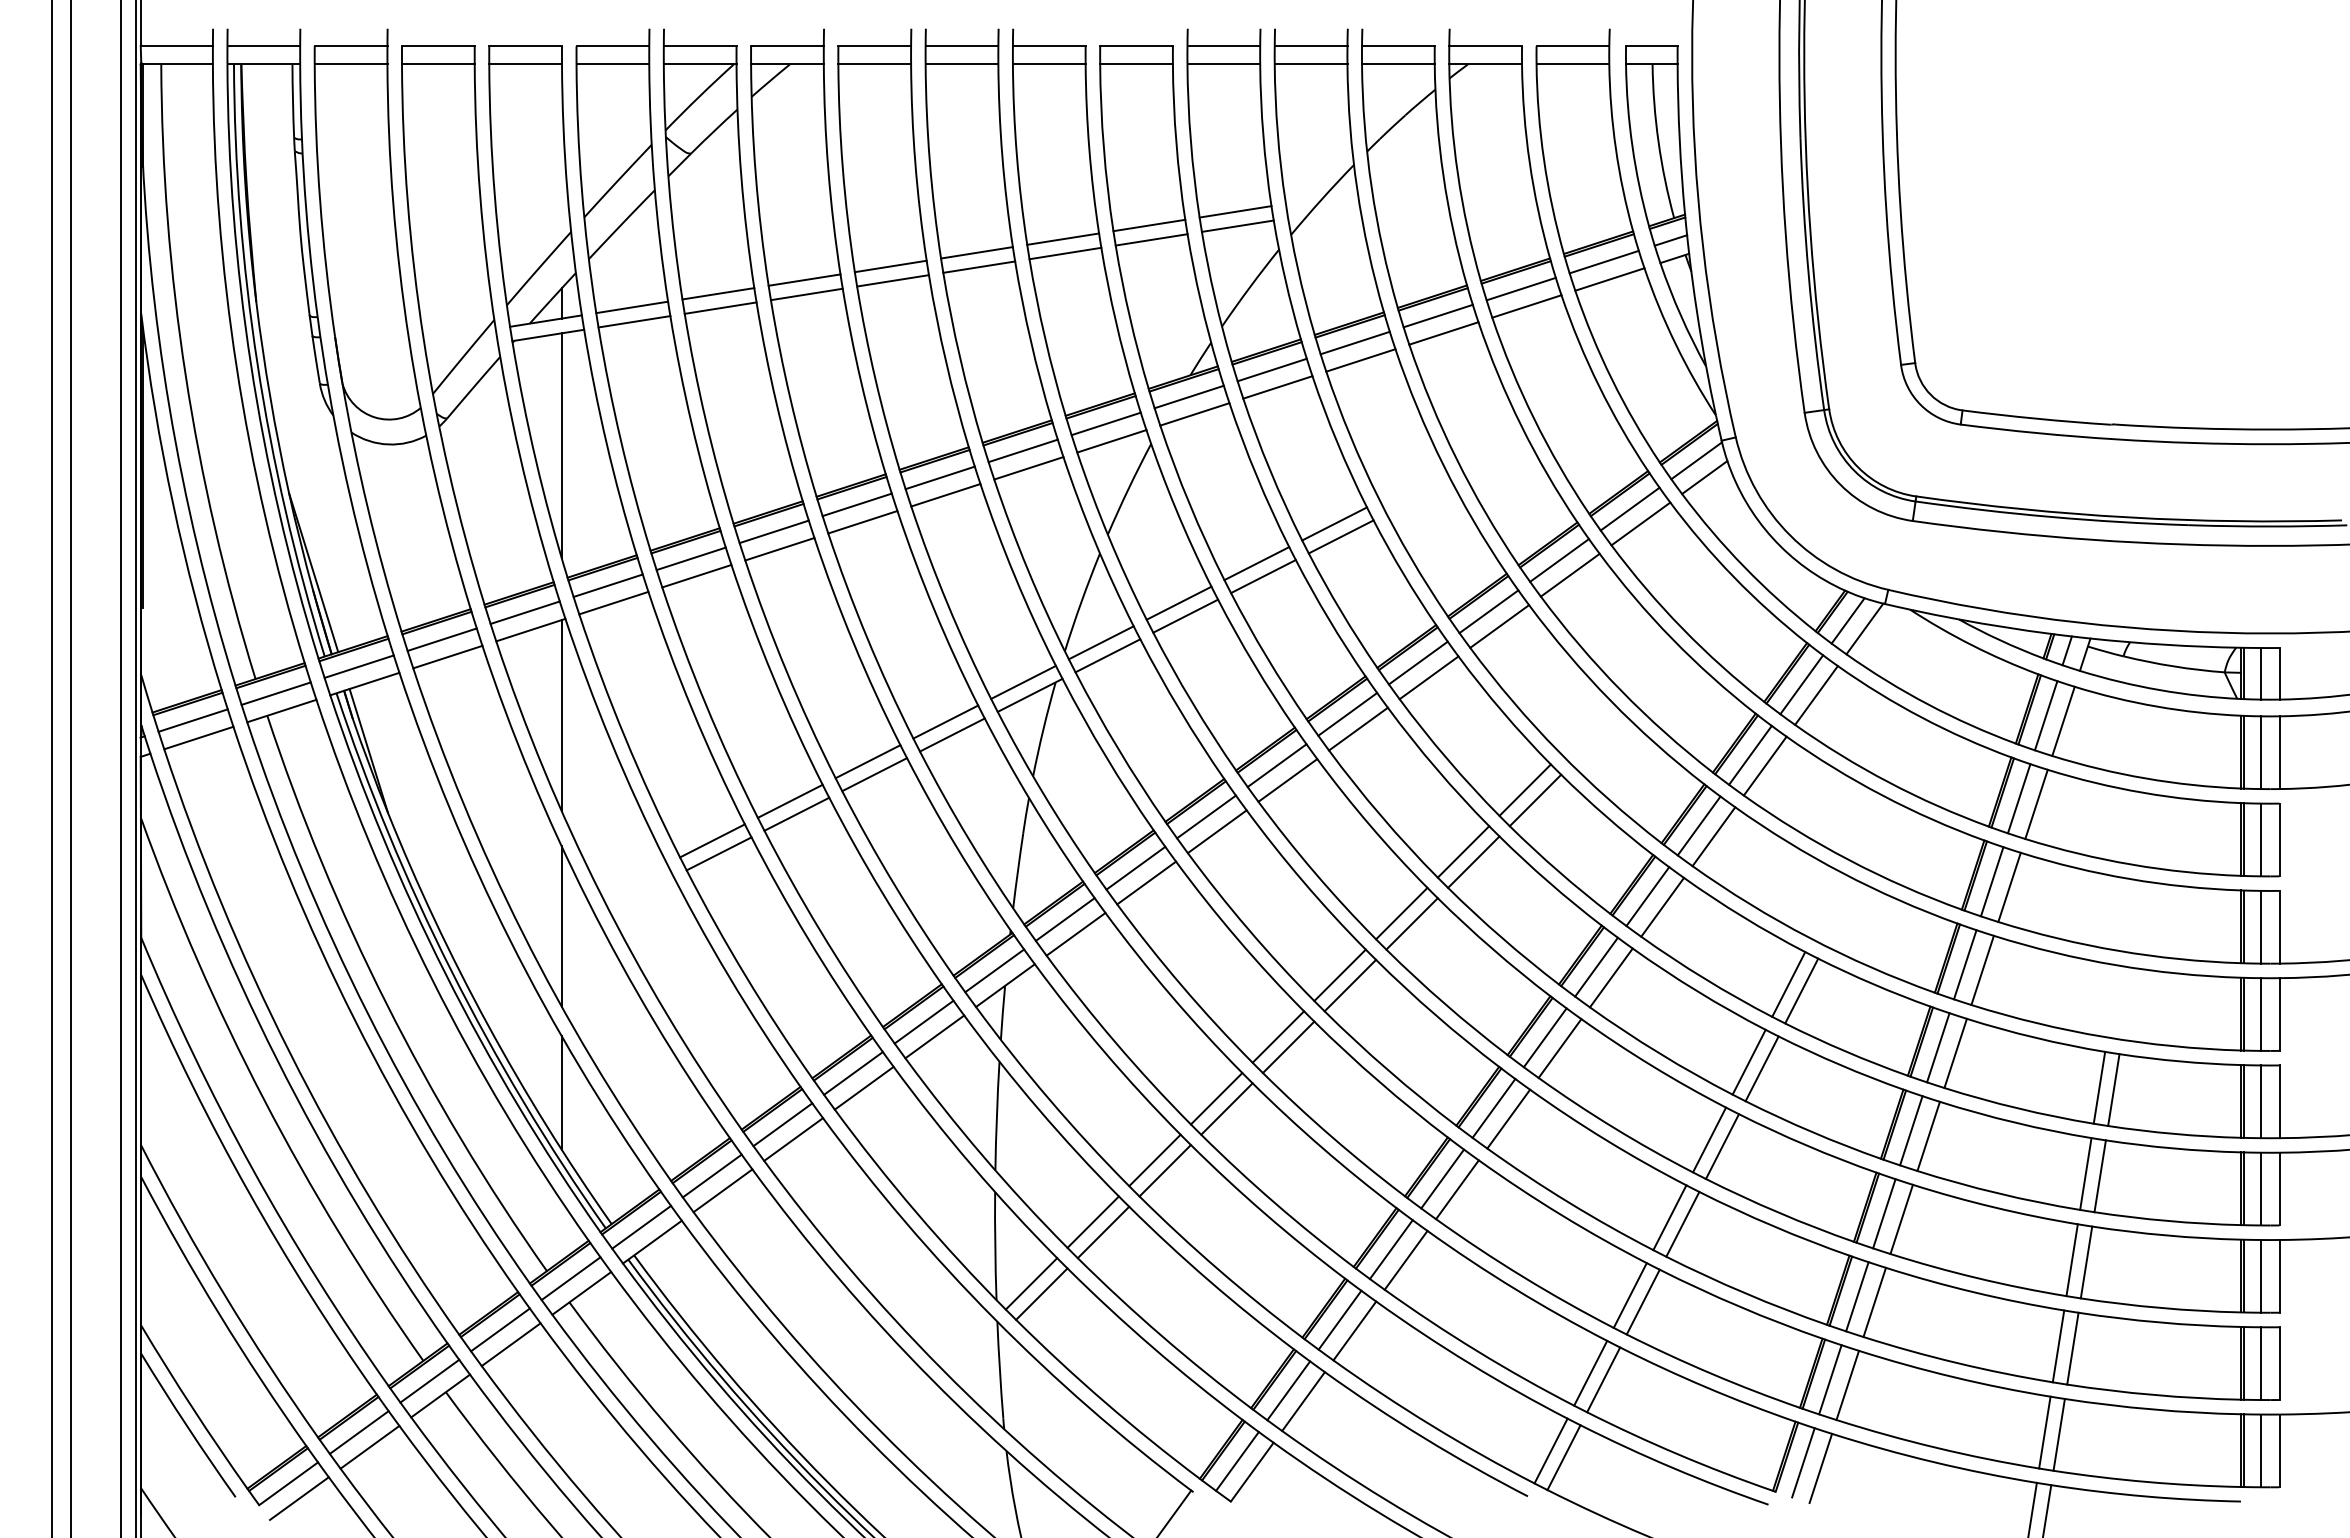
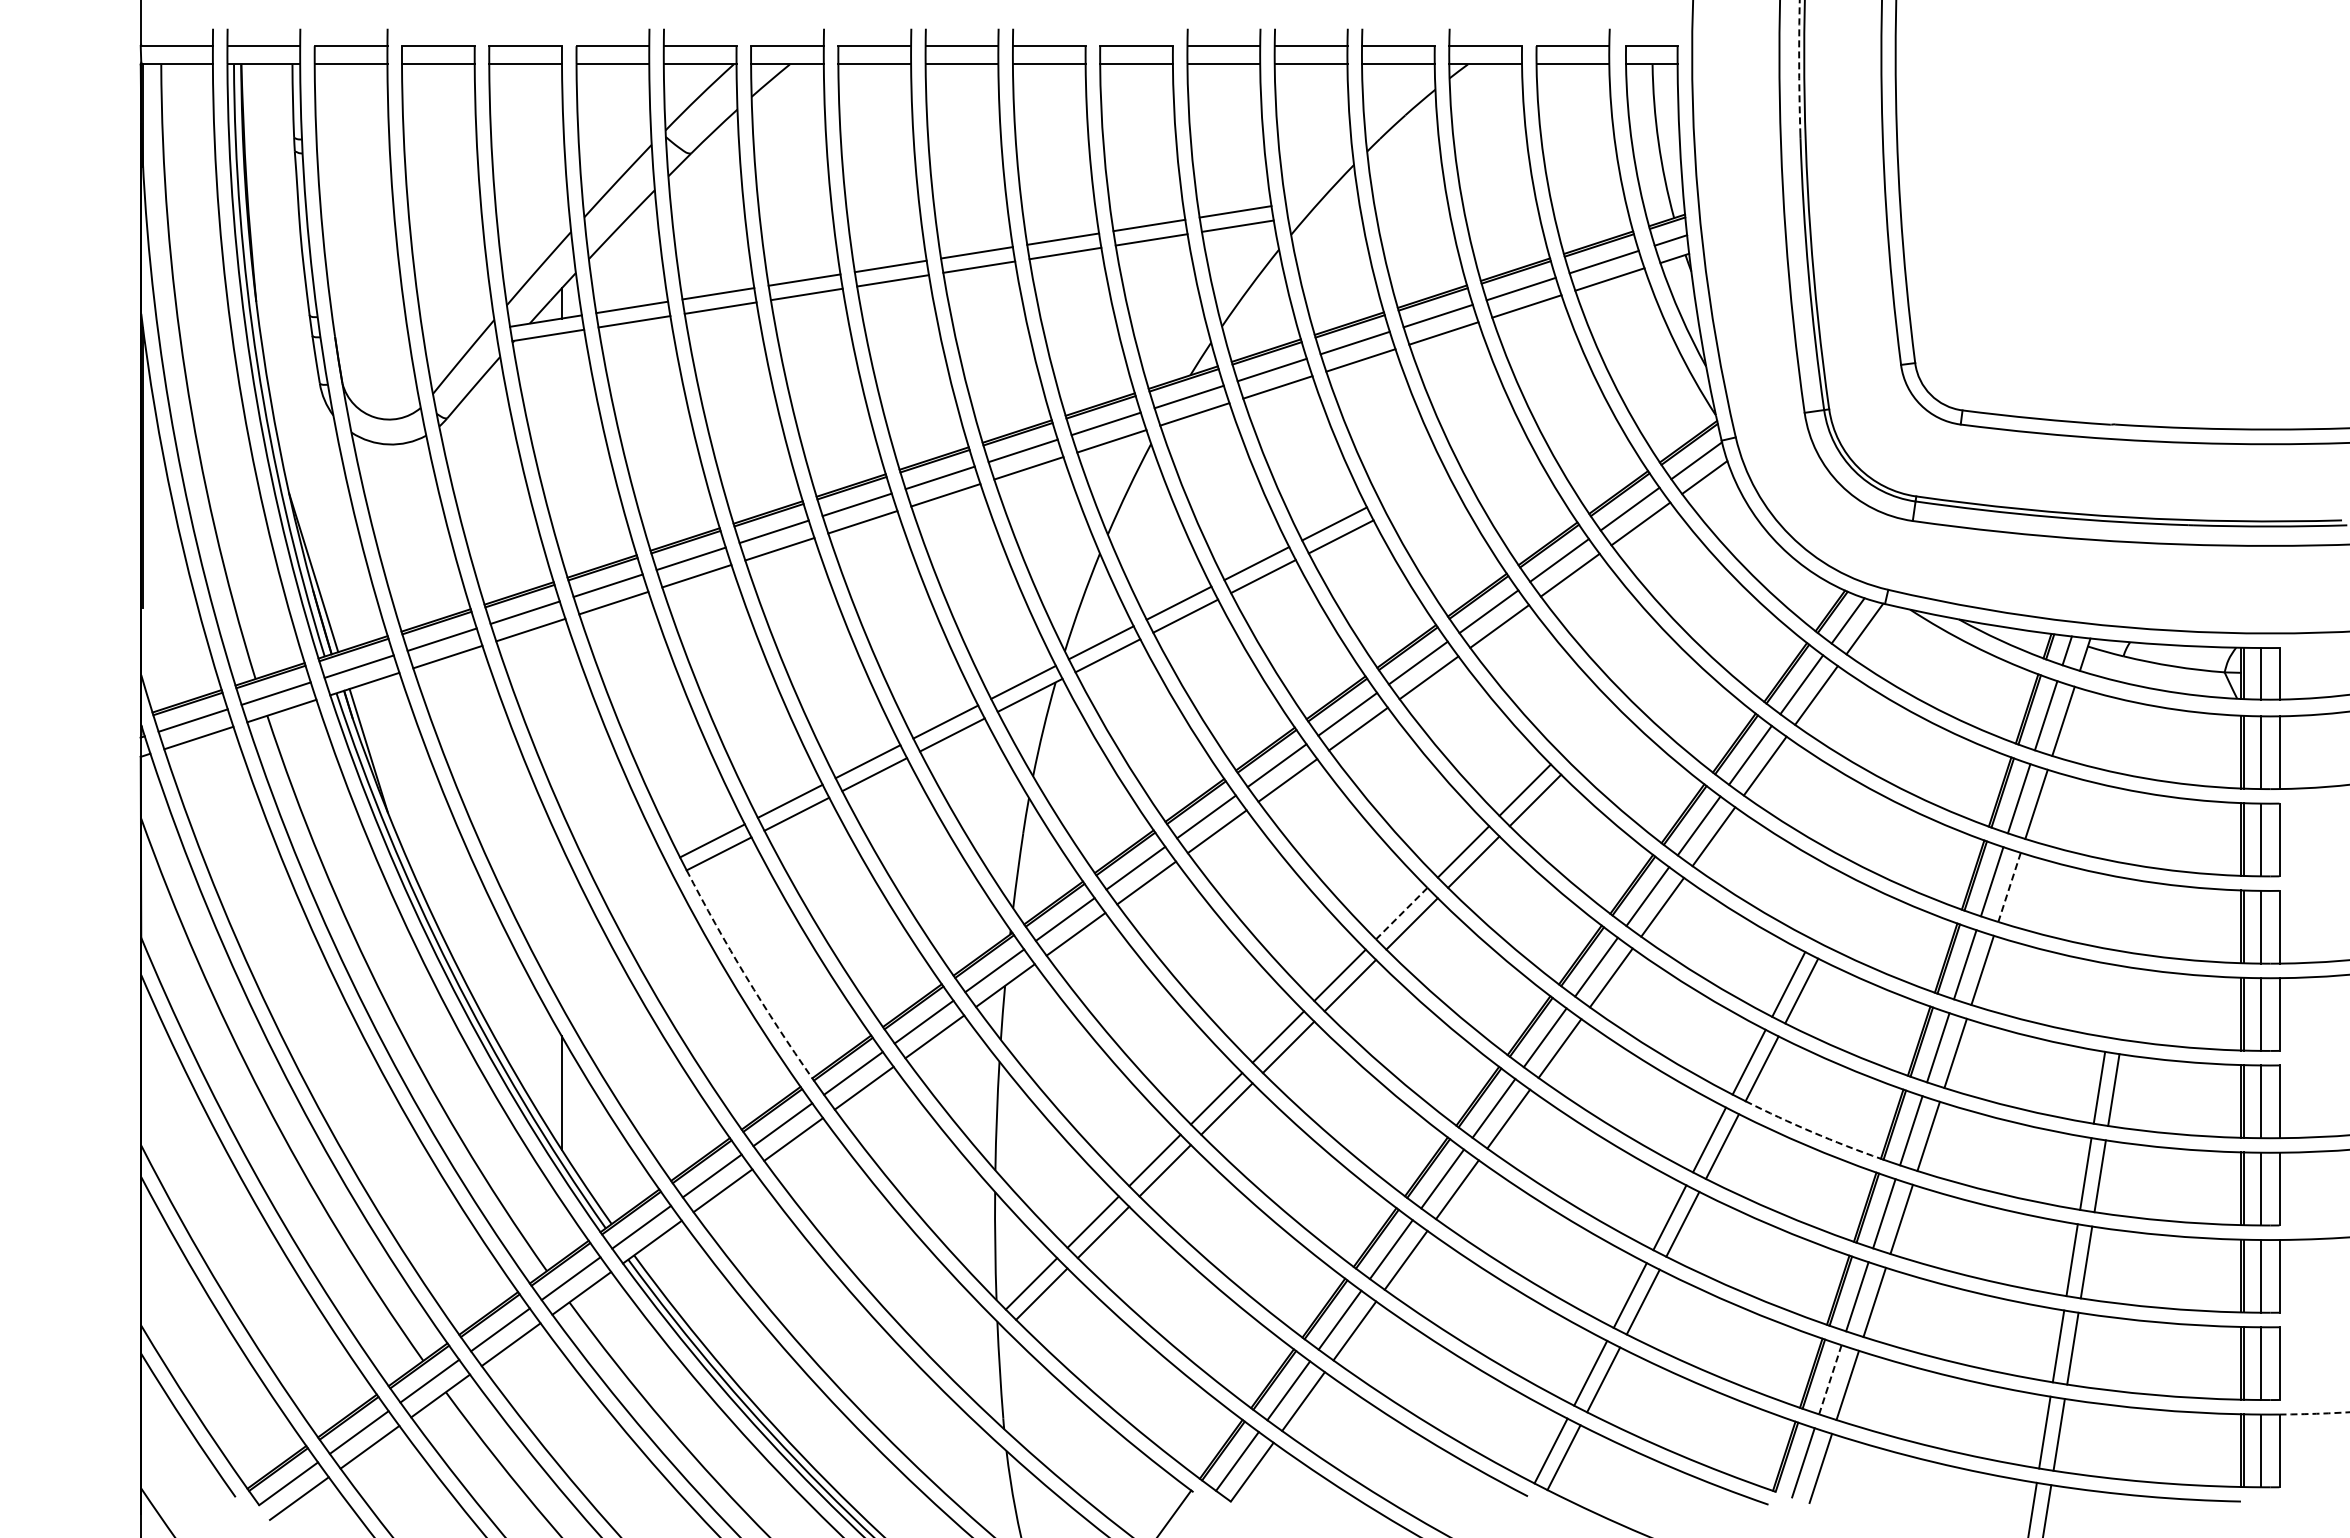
arc at (1799, 66): solid -> dashed
line at (561, 445): present -> none
line at (561, 715): present -> none
line at (52, 768): present -> none
line at (70, 768): present -> none
line at (121, 768): present -> none
line at (136, 768): present -> none
line at (2009, 887): solid -> dashed
line at (1401, 913): solid -> dashed
line at (561, 926): present -> none
arc at (745, 976): solid -> dashed
arc at (1812, 1132): solid -> dashed
line at (1830, 1380): solid -> dashed
arc at (2314, 1413): solid -> dashed
